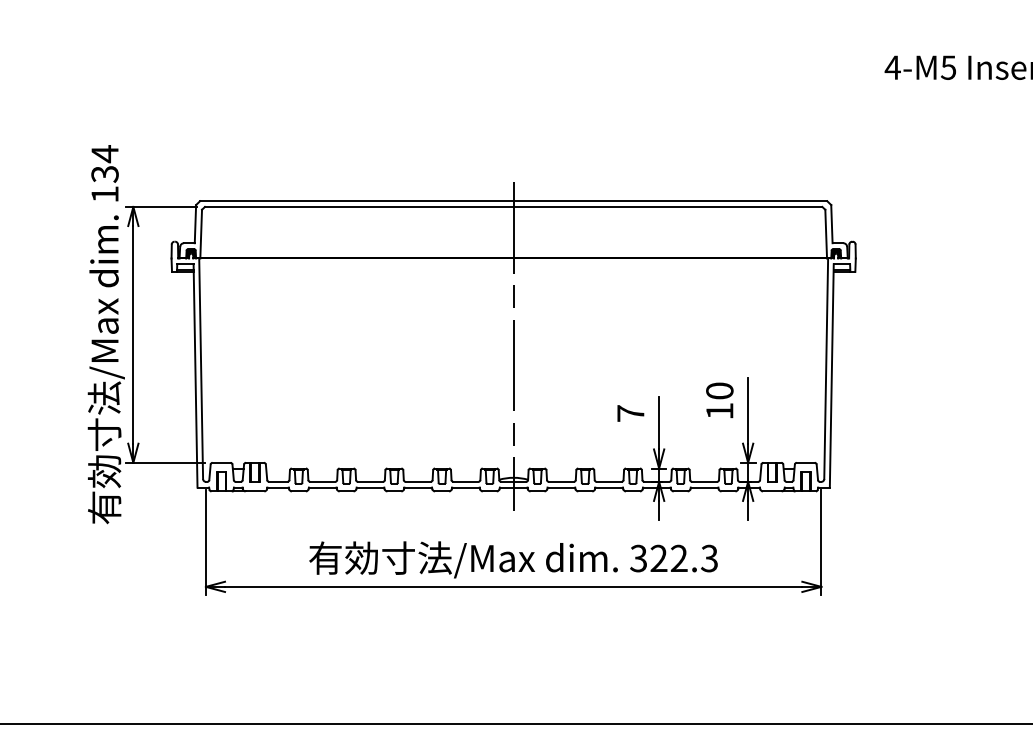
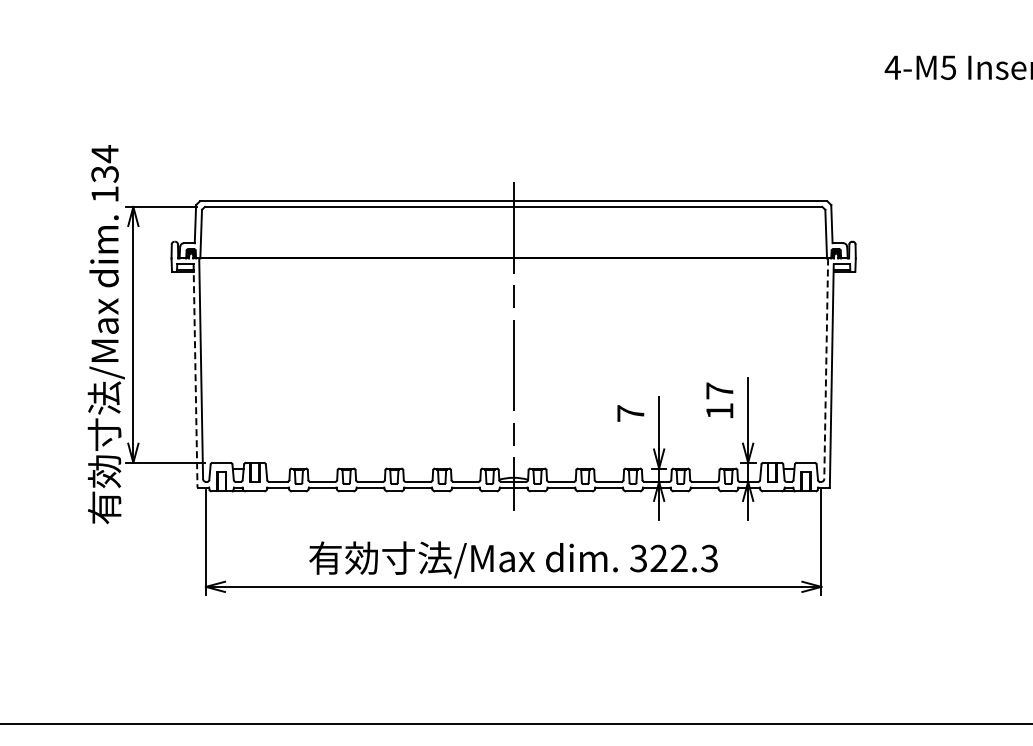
line at (826, 369): solid -> dashed
line at (195, 375): solid -> dashed
text at (719, 390): 10 -> 17
